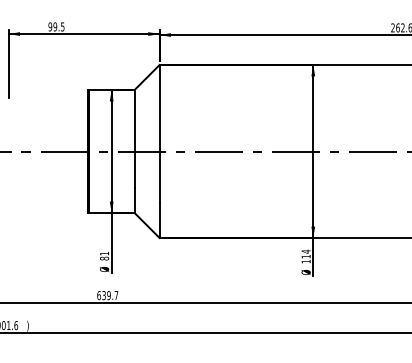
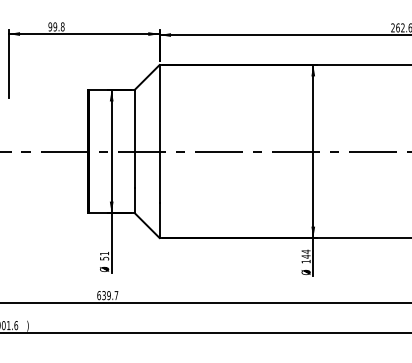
text at (62, 26): 99.5 -> 99.8
text at (305, 256): 114 -> 144
text at (104, 258): 81 -> 51
